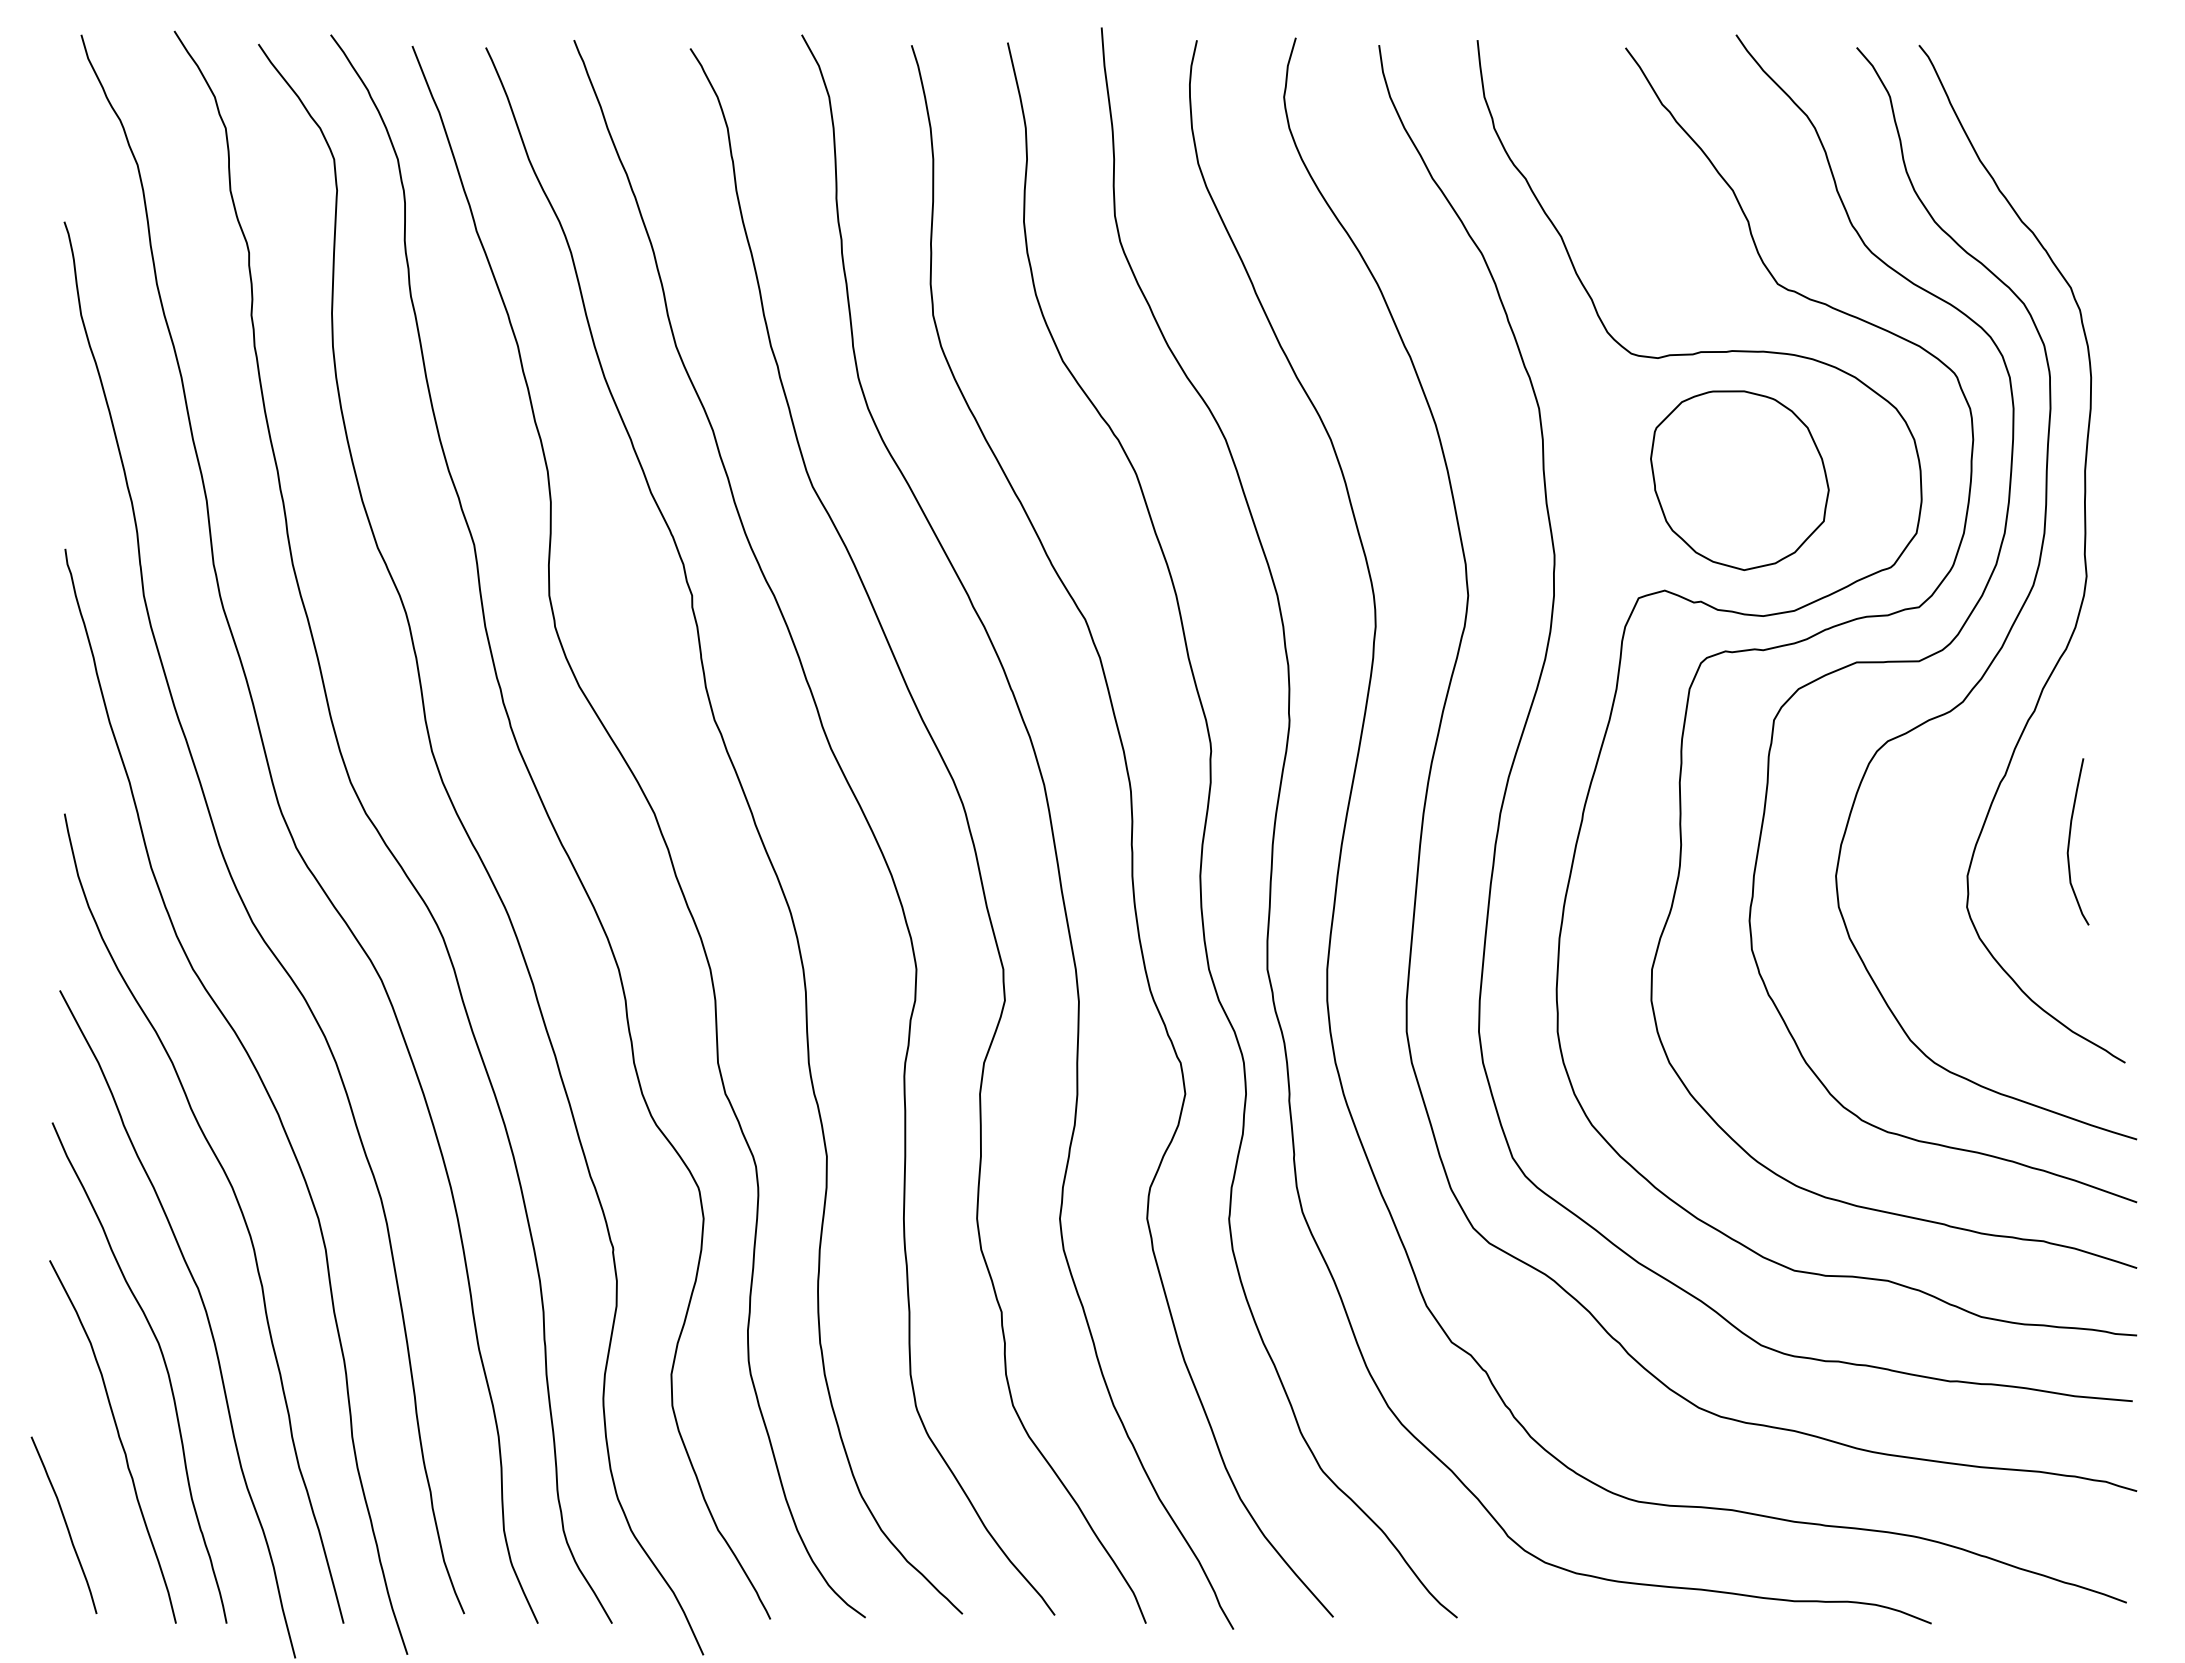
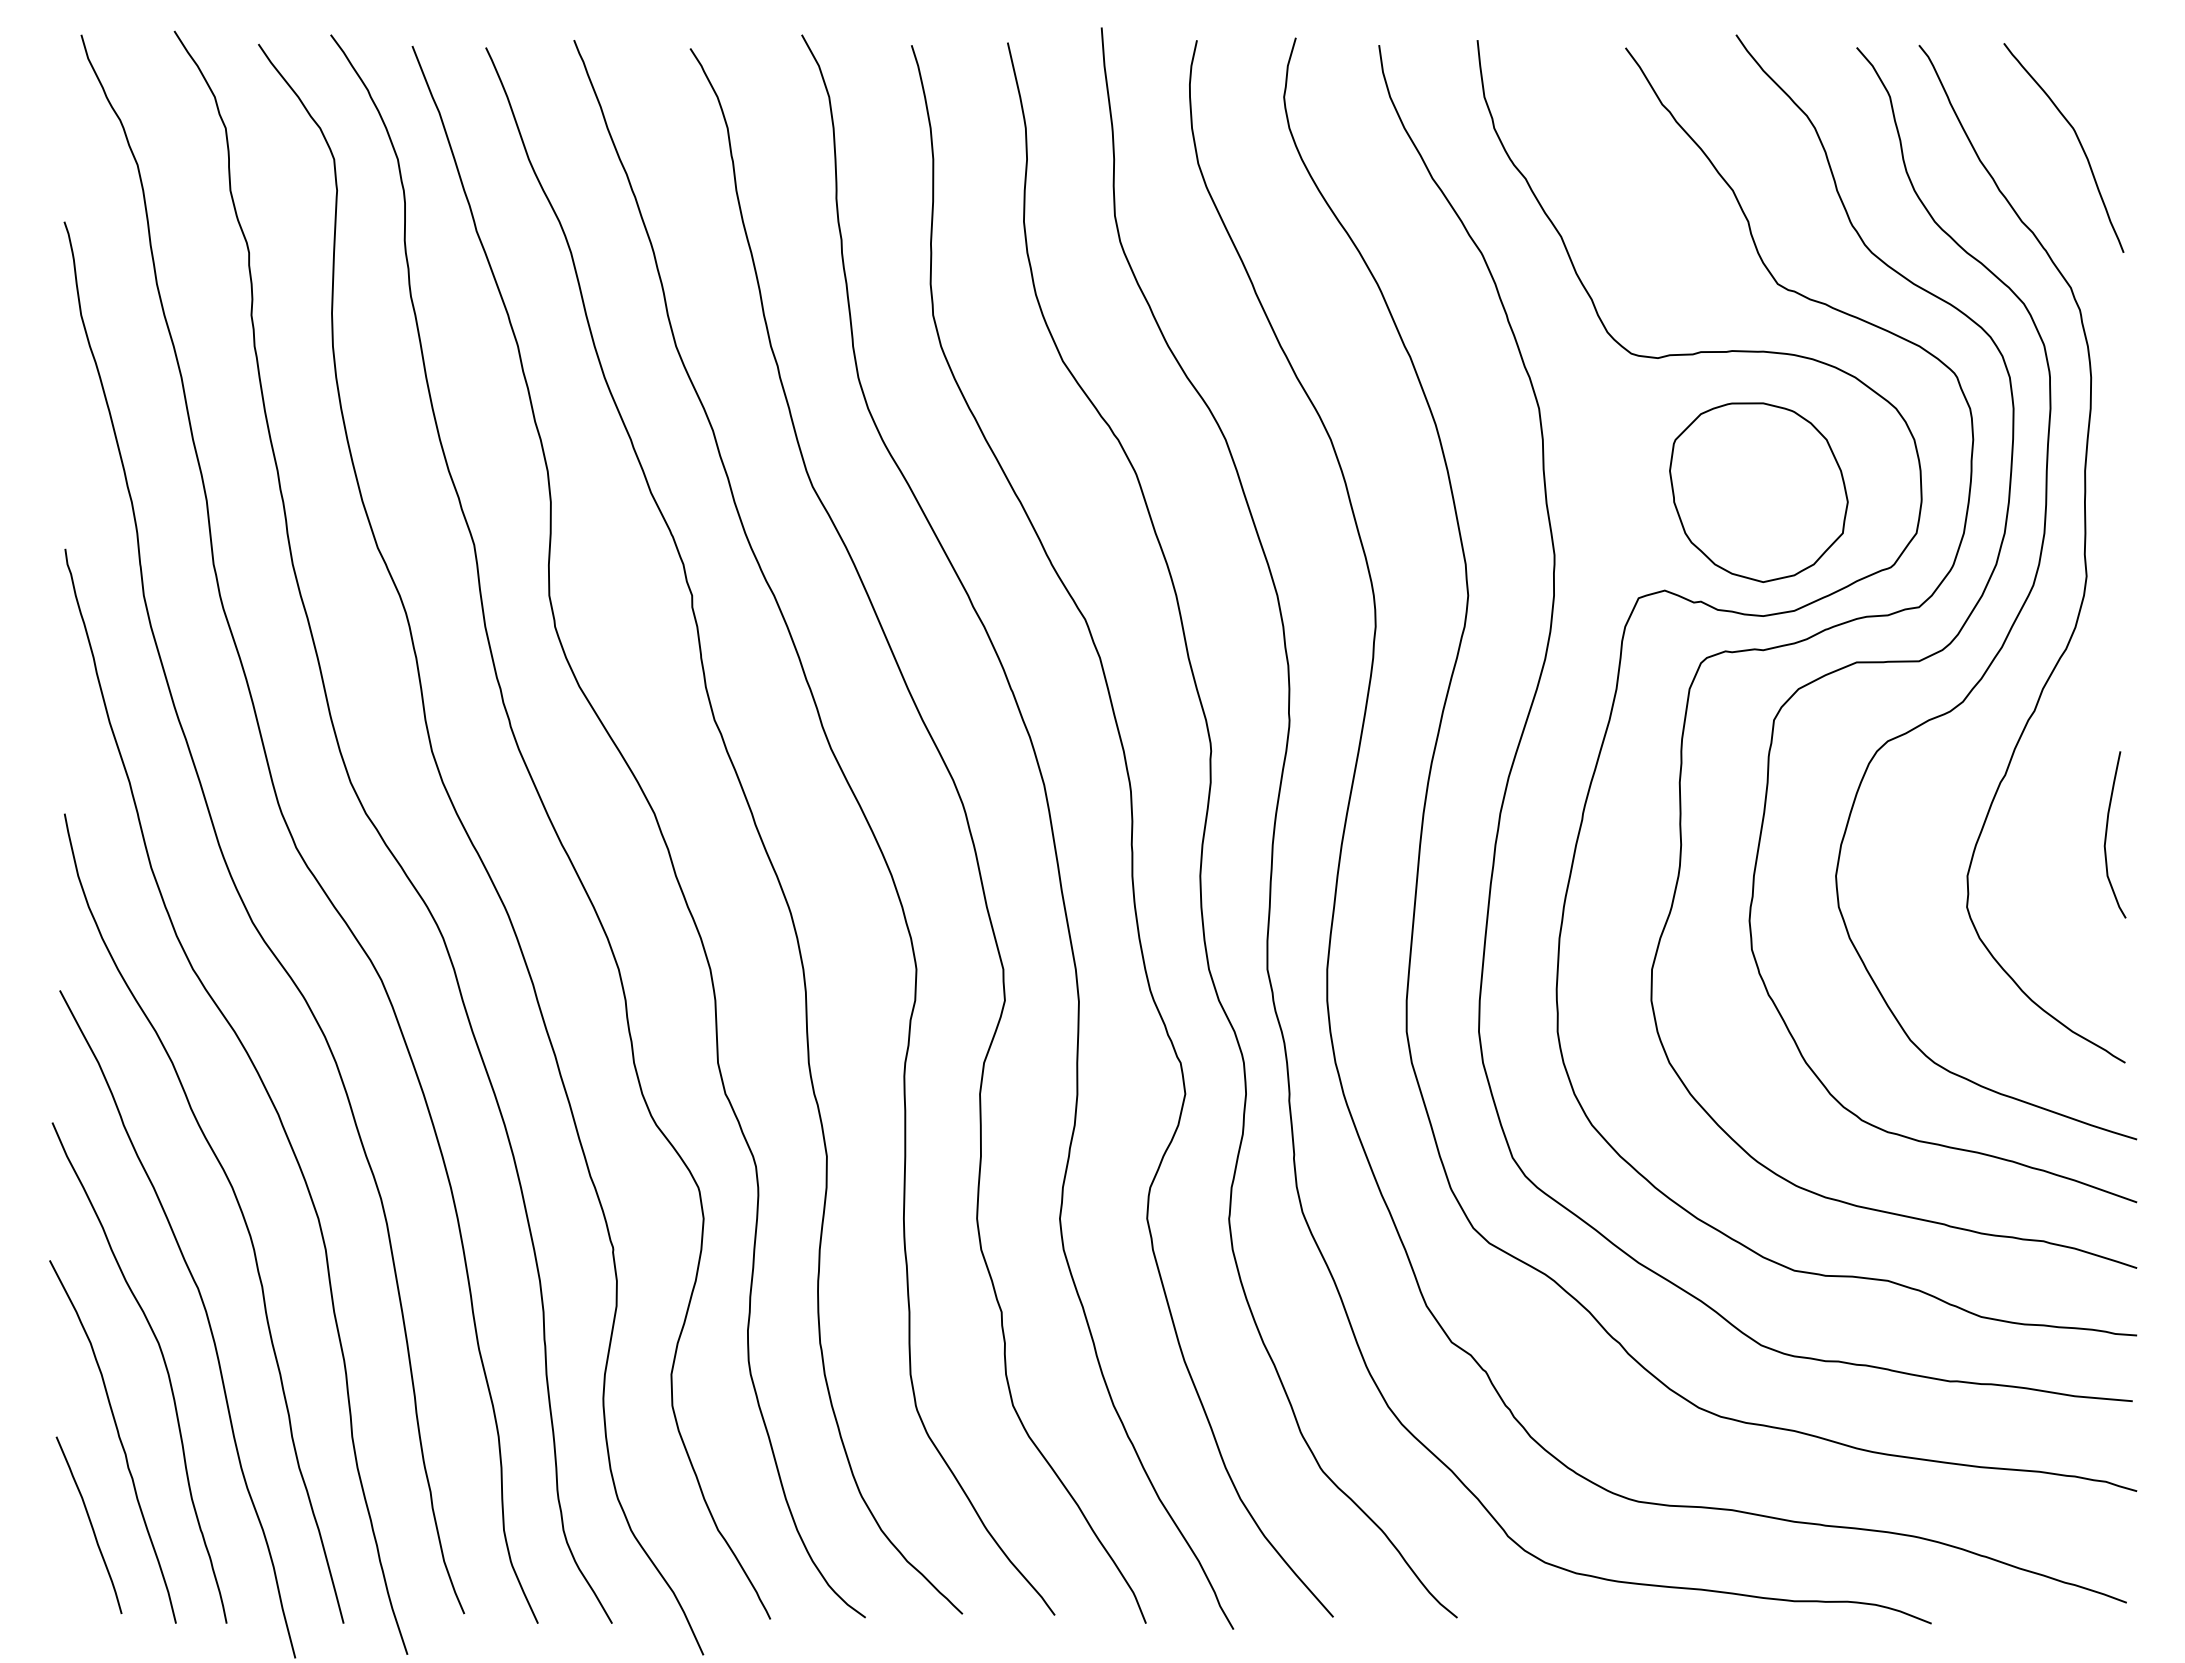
curve at (2077, 139): none -> present
part at (1739, 480) position: (1739, 480) -> (1758, 492)
curve at (2070, 839) position: (2070, 839) -> (2107, 832)
curve at (65, 1524) position: (65, 1524) -> (90, 1524)
